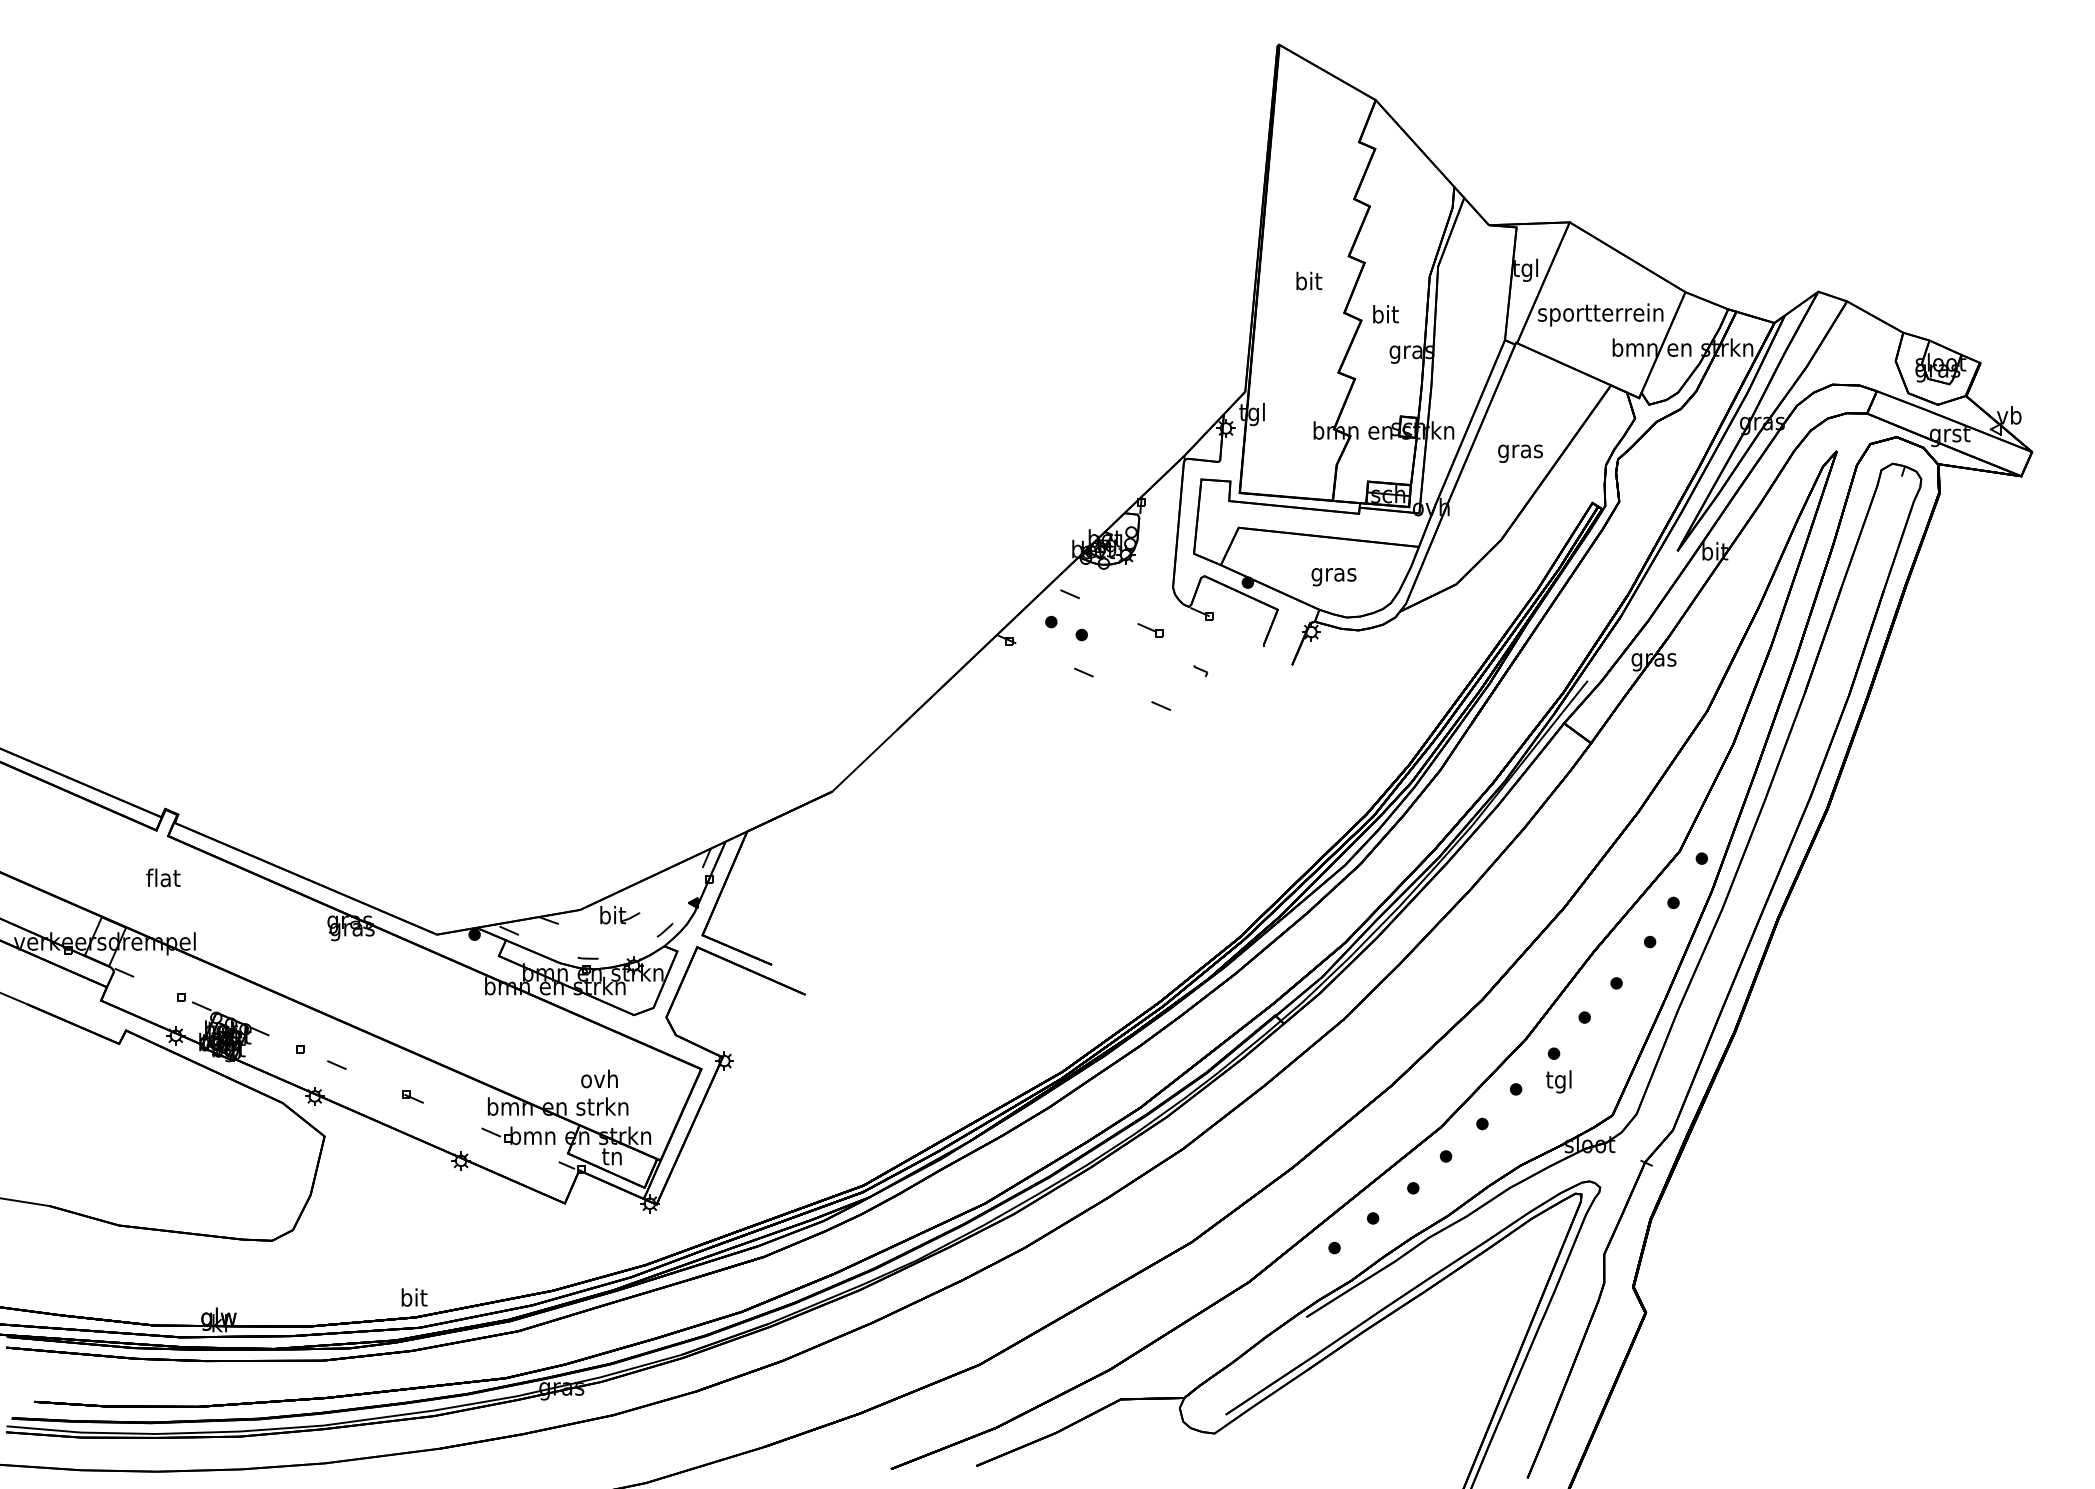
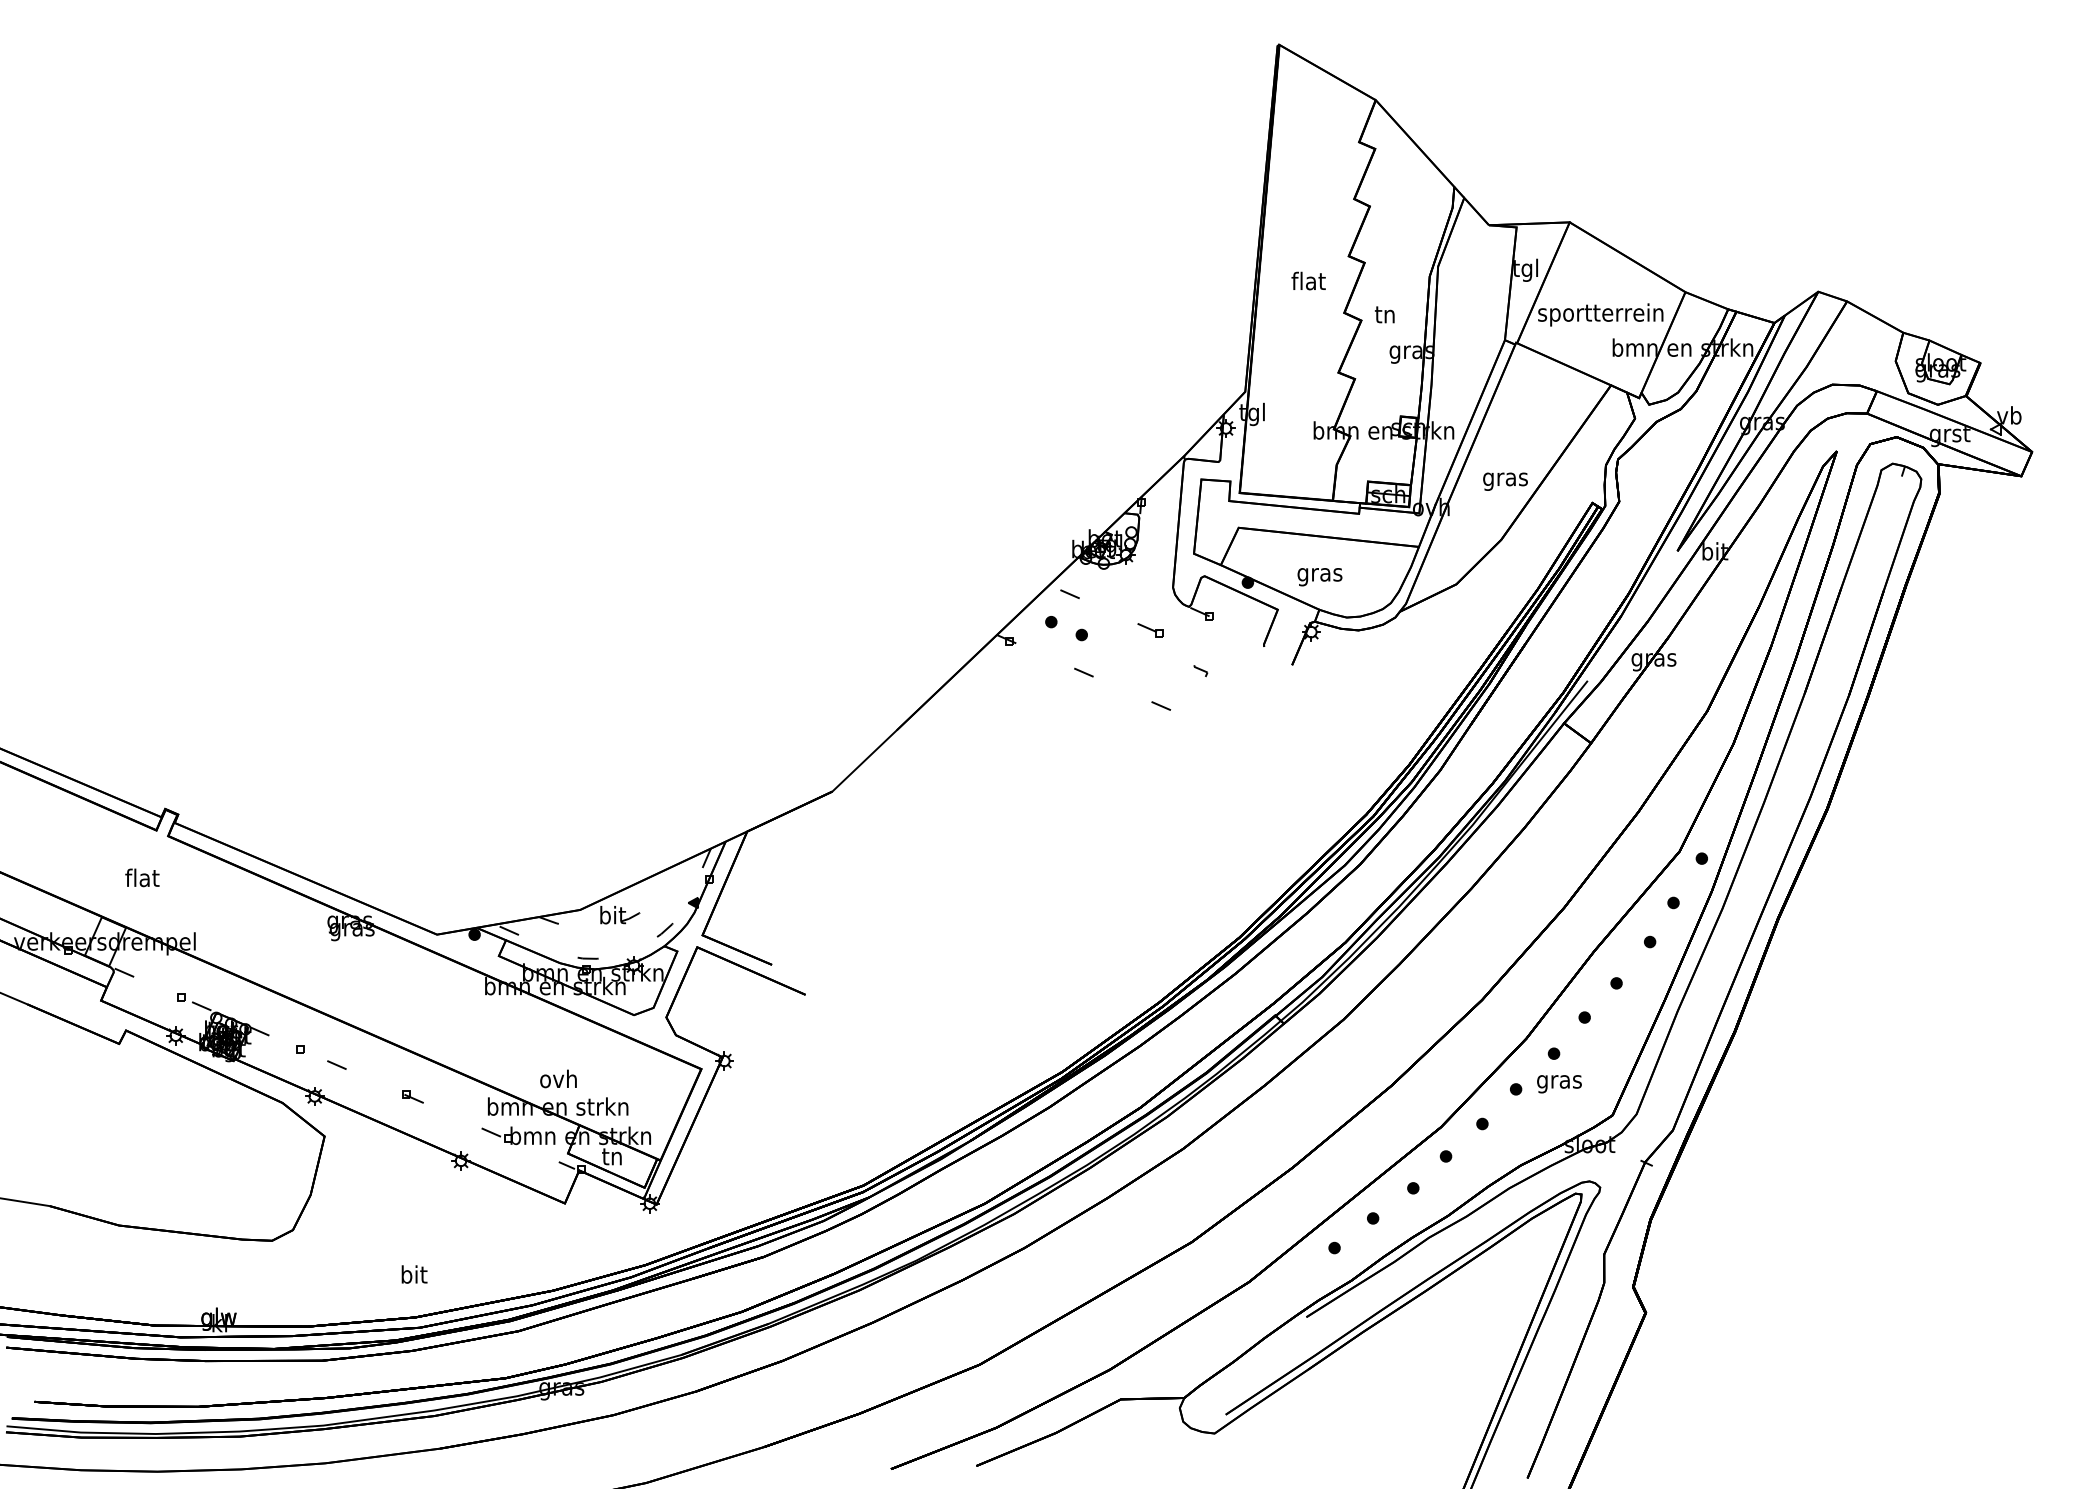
text at (1308, 280): bit -> flat
text at (1385, 314): bit -> tn
text at (1520, 453) position: (1520, 453) -> (1505, 481)
text at (1333, 577) position: (1333, 577) -> (1319, 577)
text at (163, 877) position: (163, 877) -> (142, 877)
text at (599, 1078) position: (599, 1078) -> (558, 1078)
text at (1559, 1081): tgl -> gras
text at (414, 1297) position: (414, 1297) -> (414, 1274)
